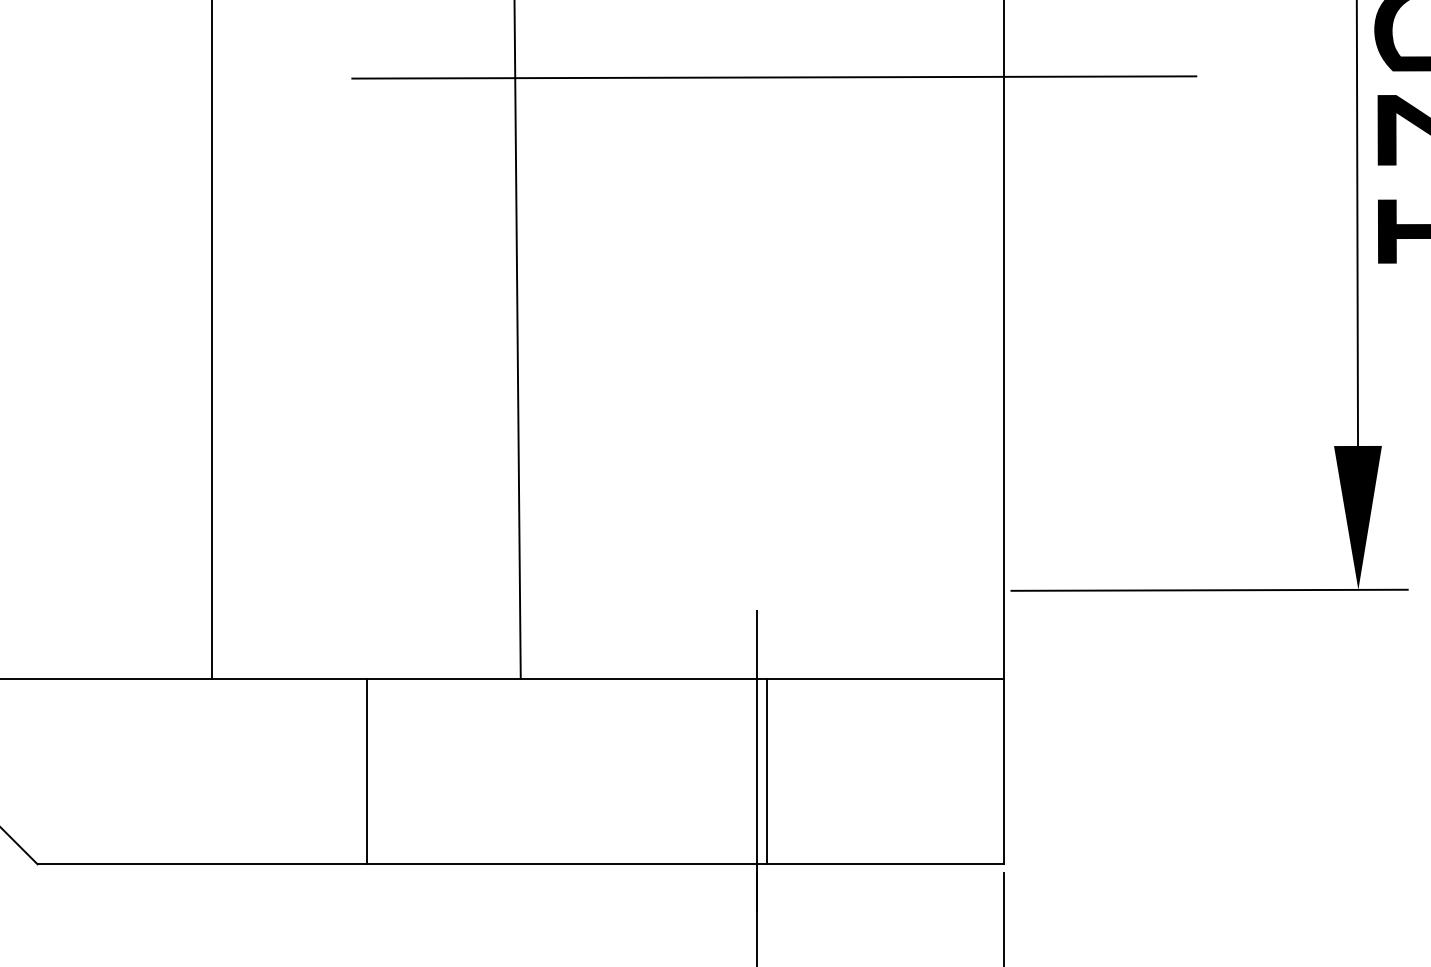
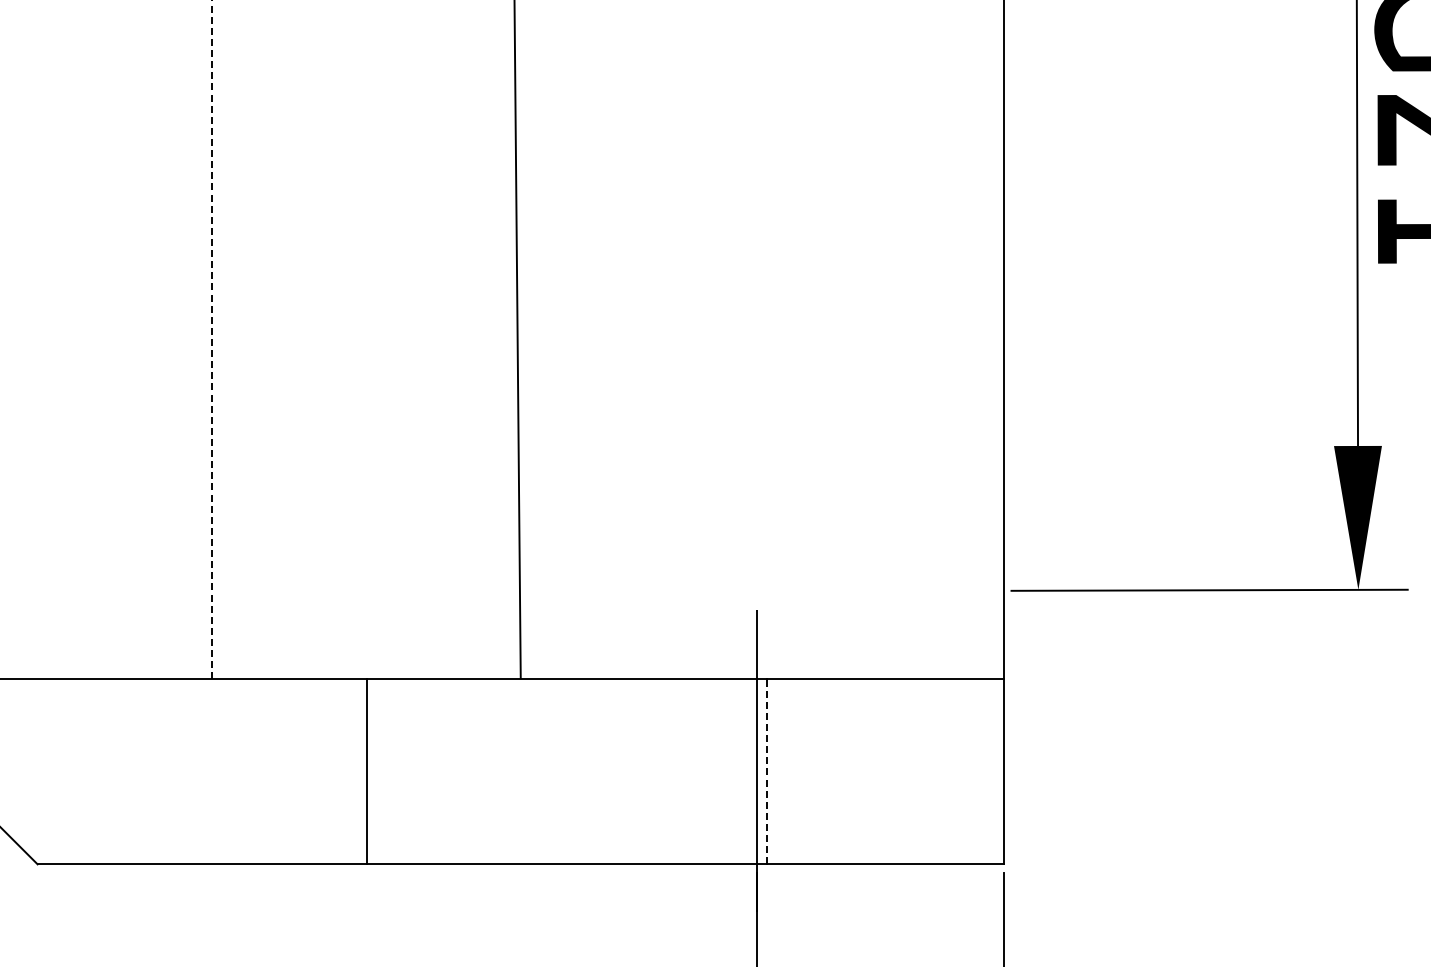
line at (774, 77): present -> none
line at (212, 339): solid -> dashed
line at (767, 771): solid -> dashed
